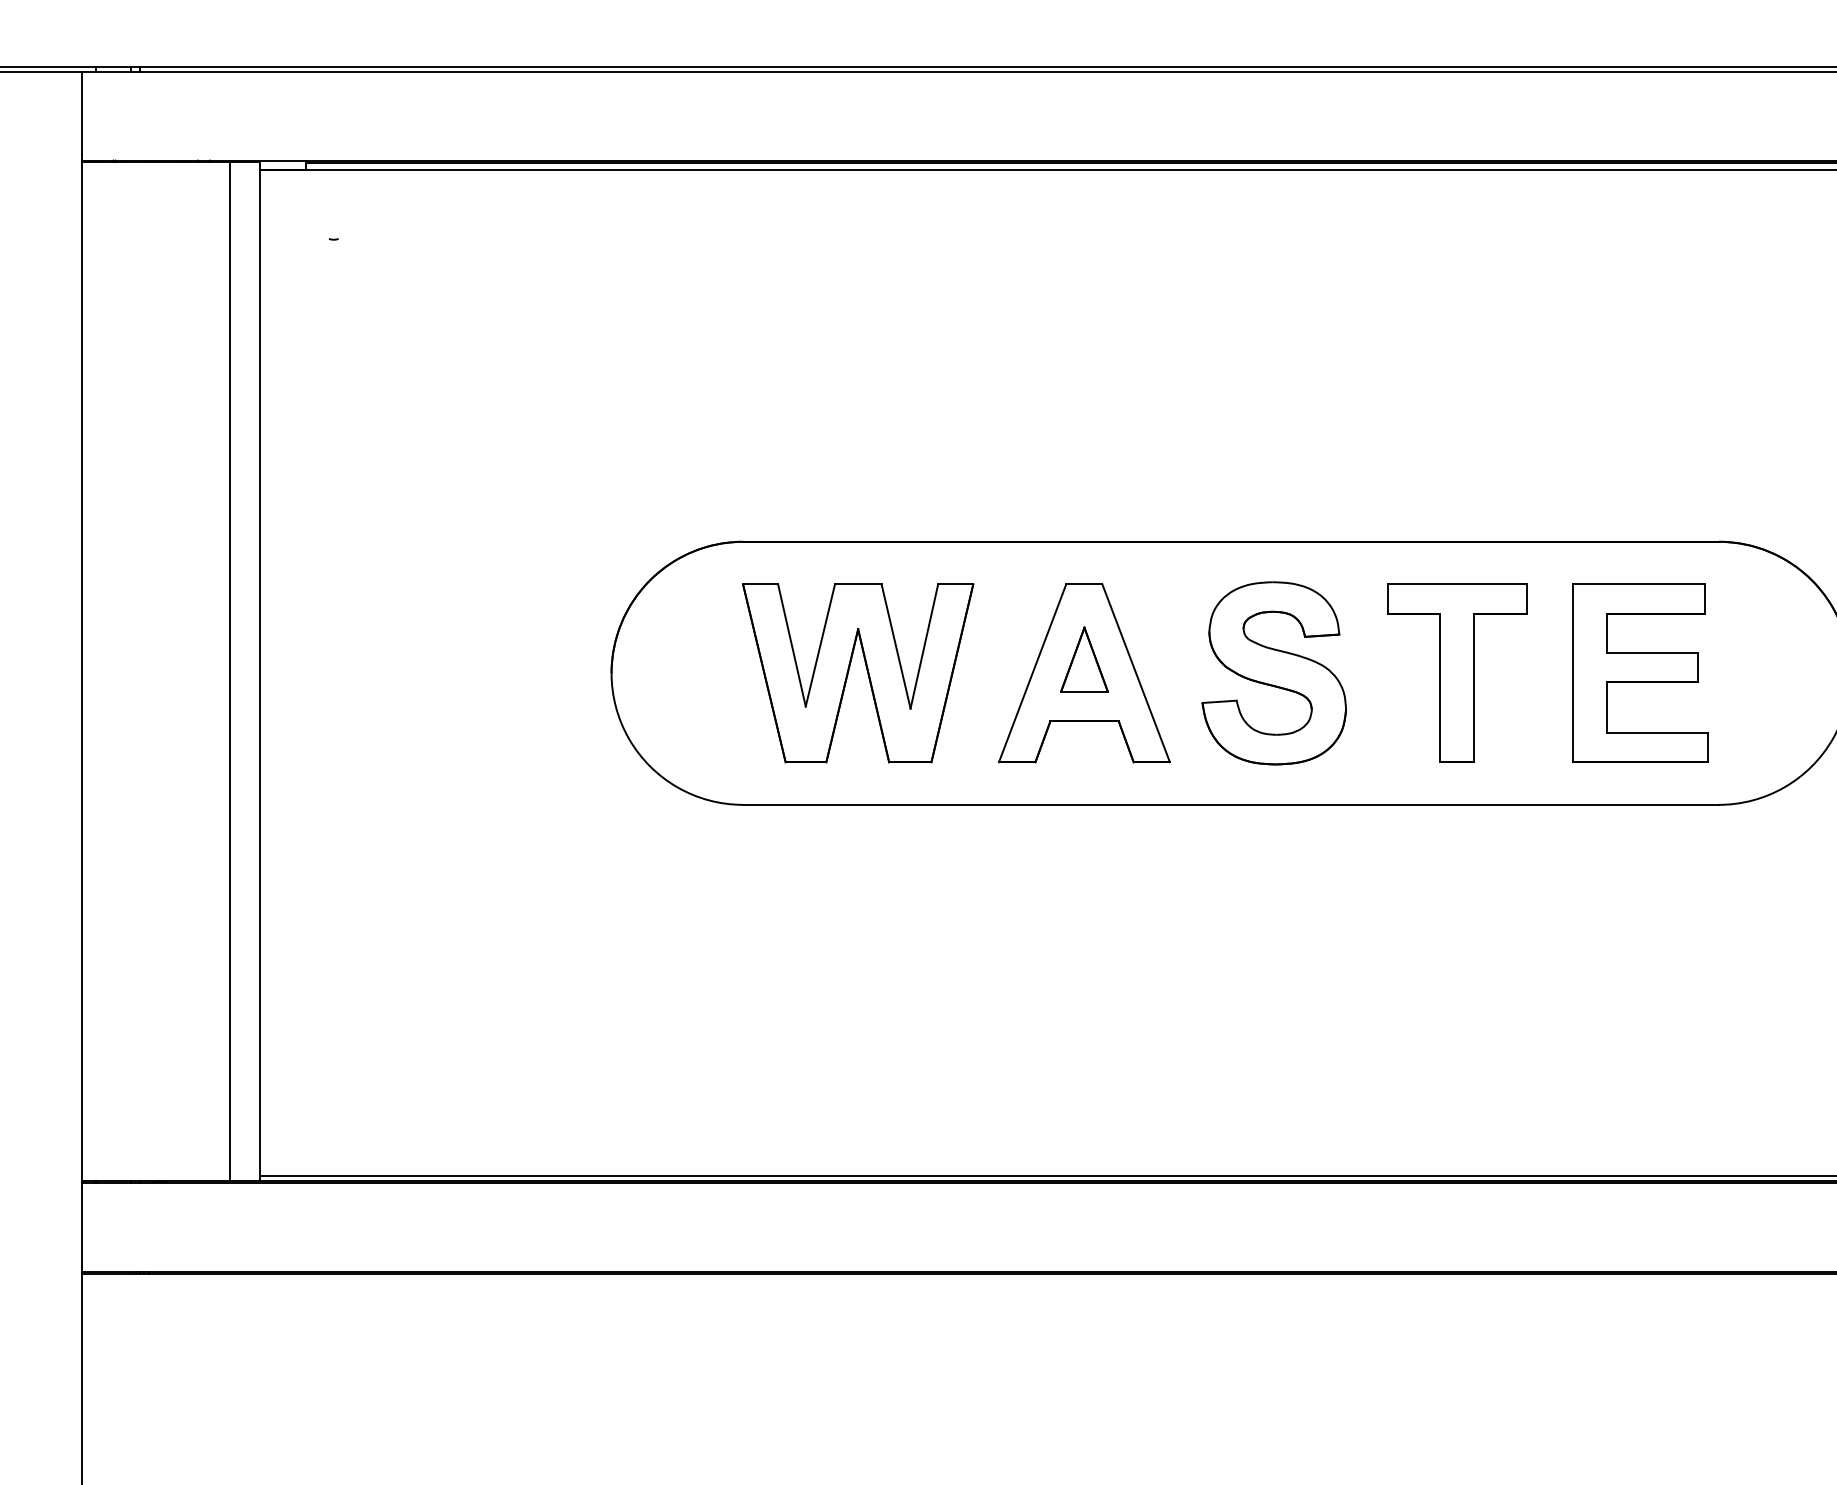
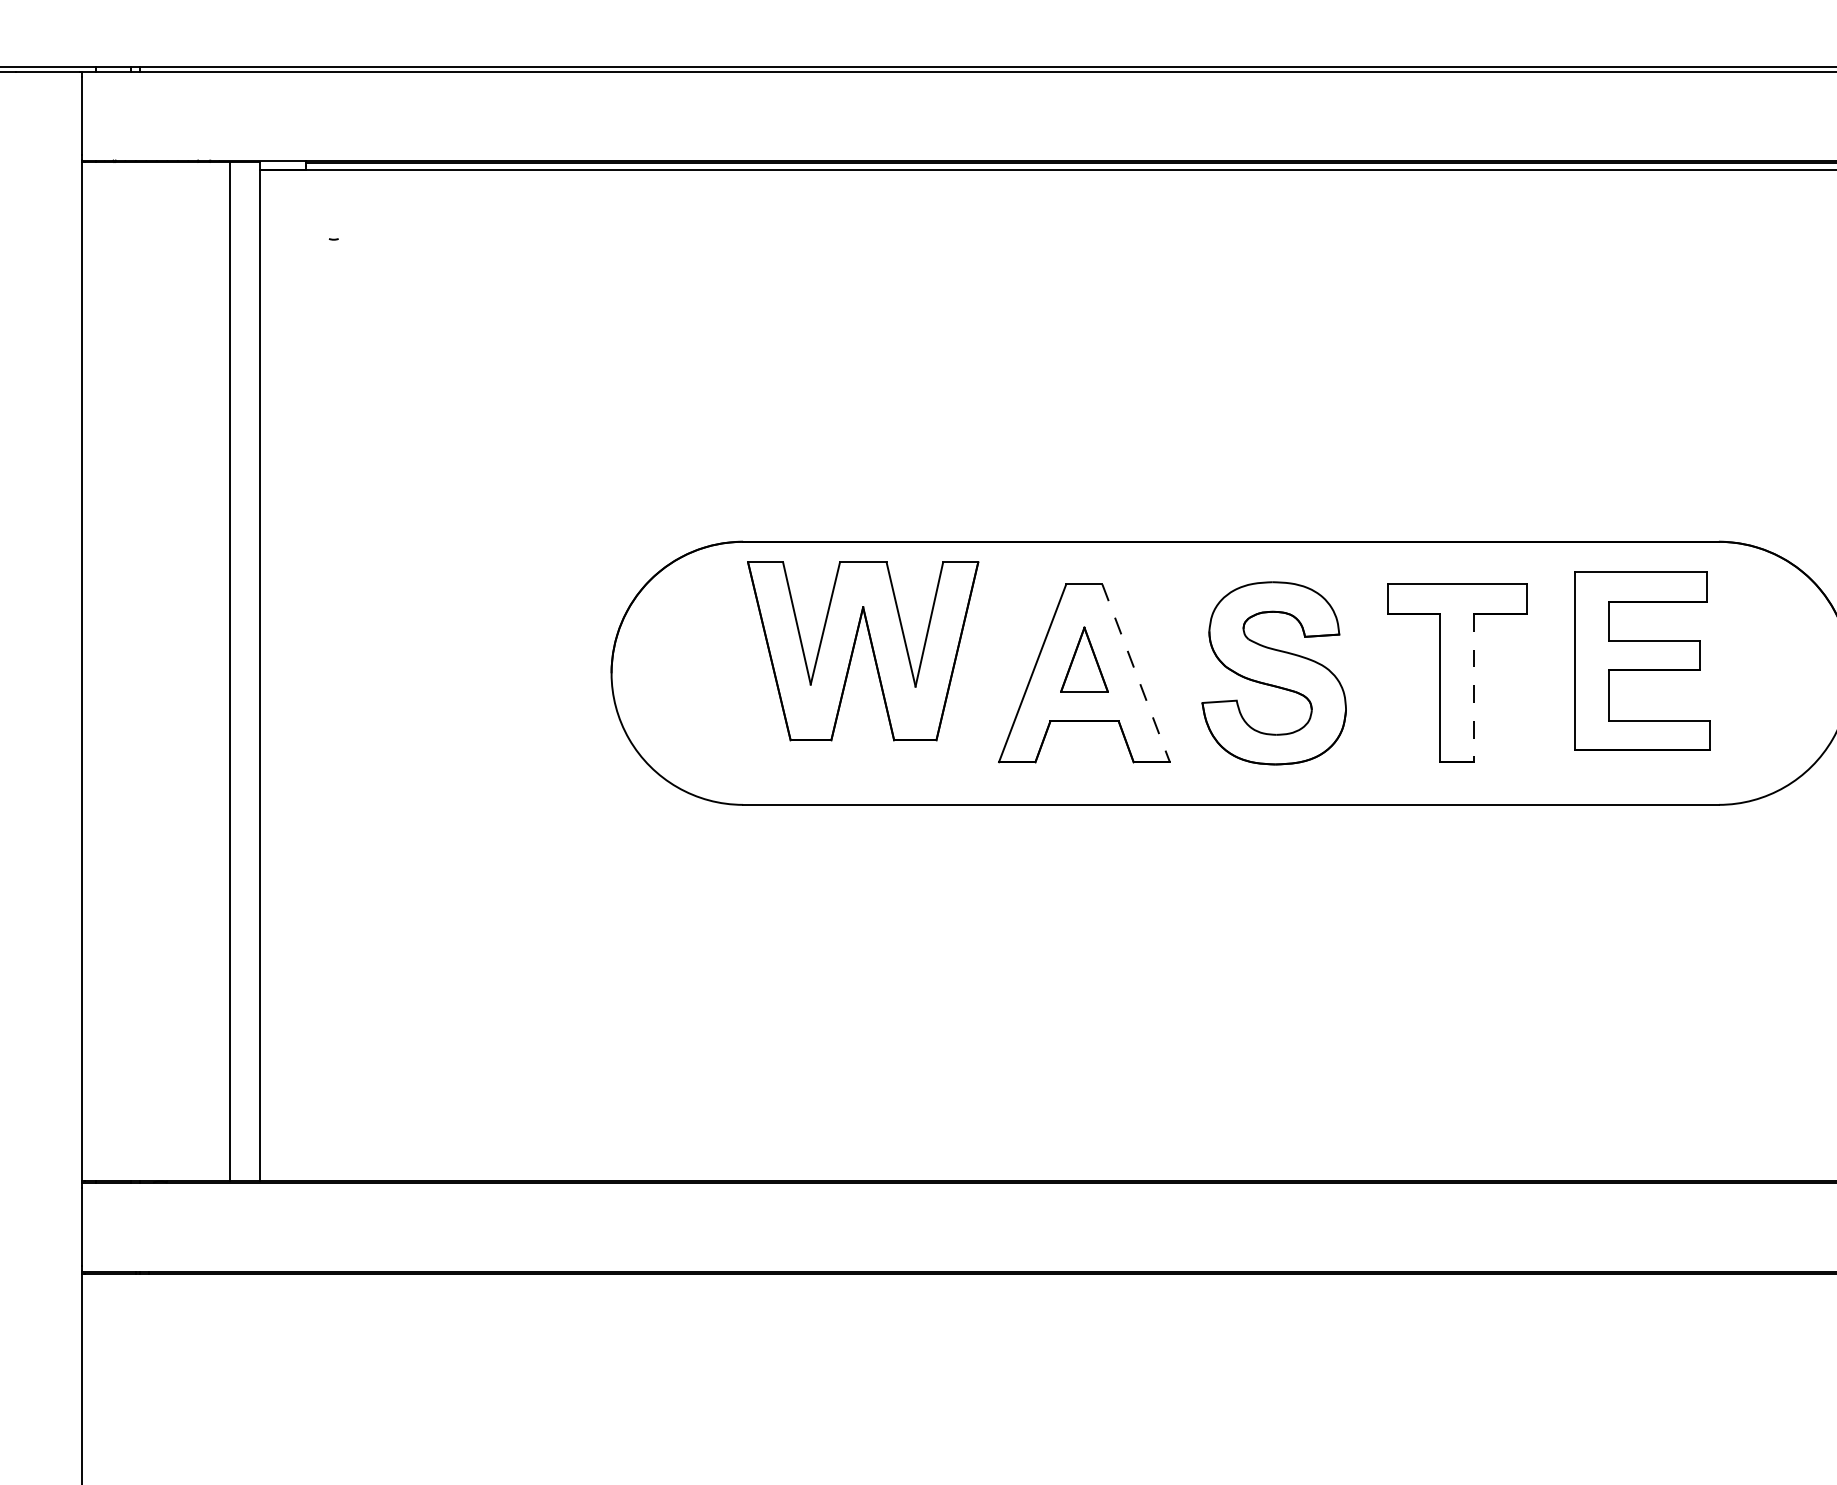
part at (866, 670) position: (866, 670) -> (871, 648)
part at (1640, 672) position: (1640, 672) -> (1642, 660)
line at (1136, 673): solid -> dashed
line at (1474, 688): solid -> dashed
line at (1046, 1176): present -> none
